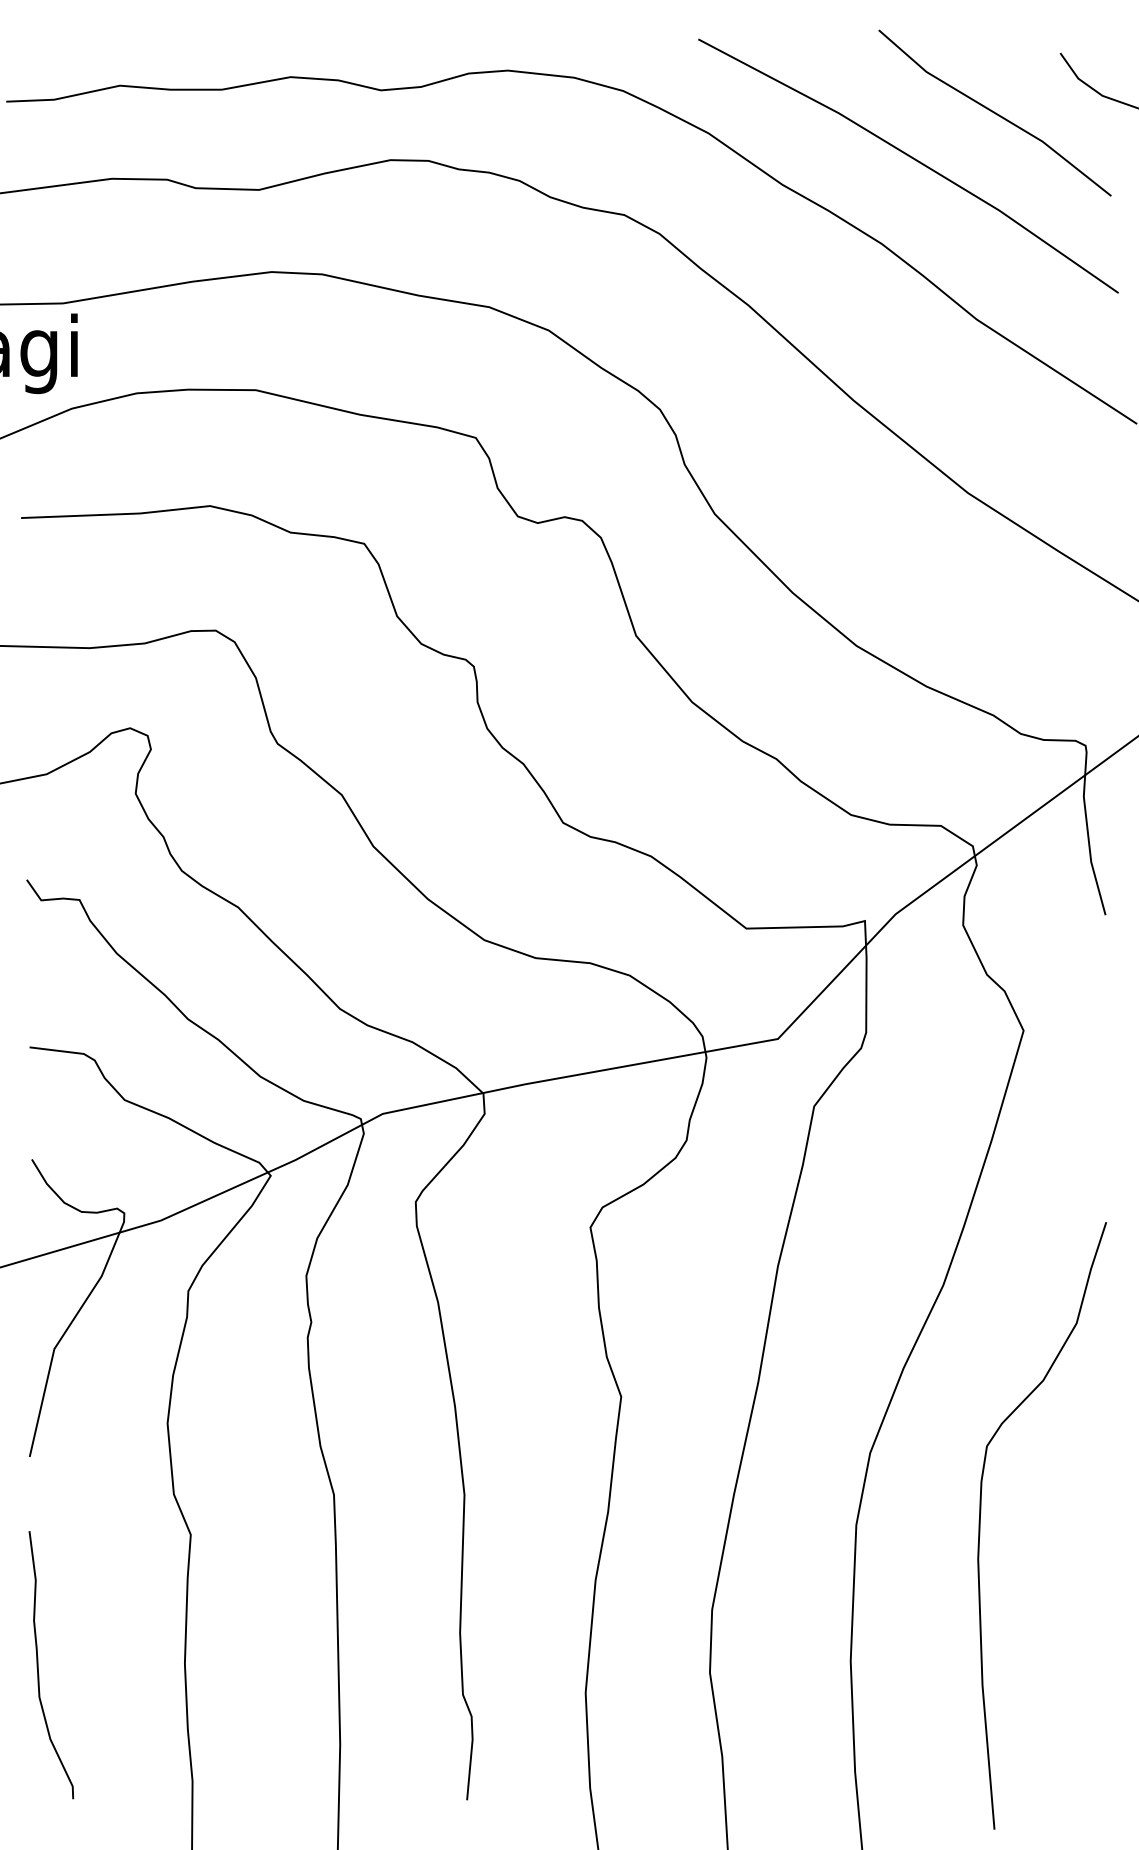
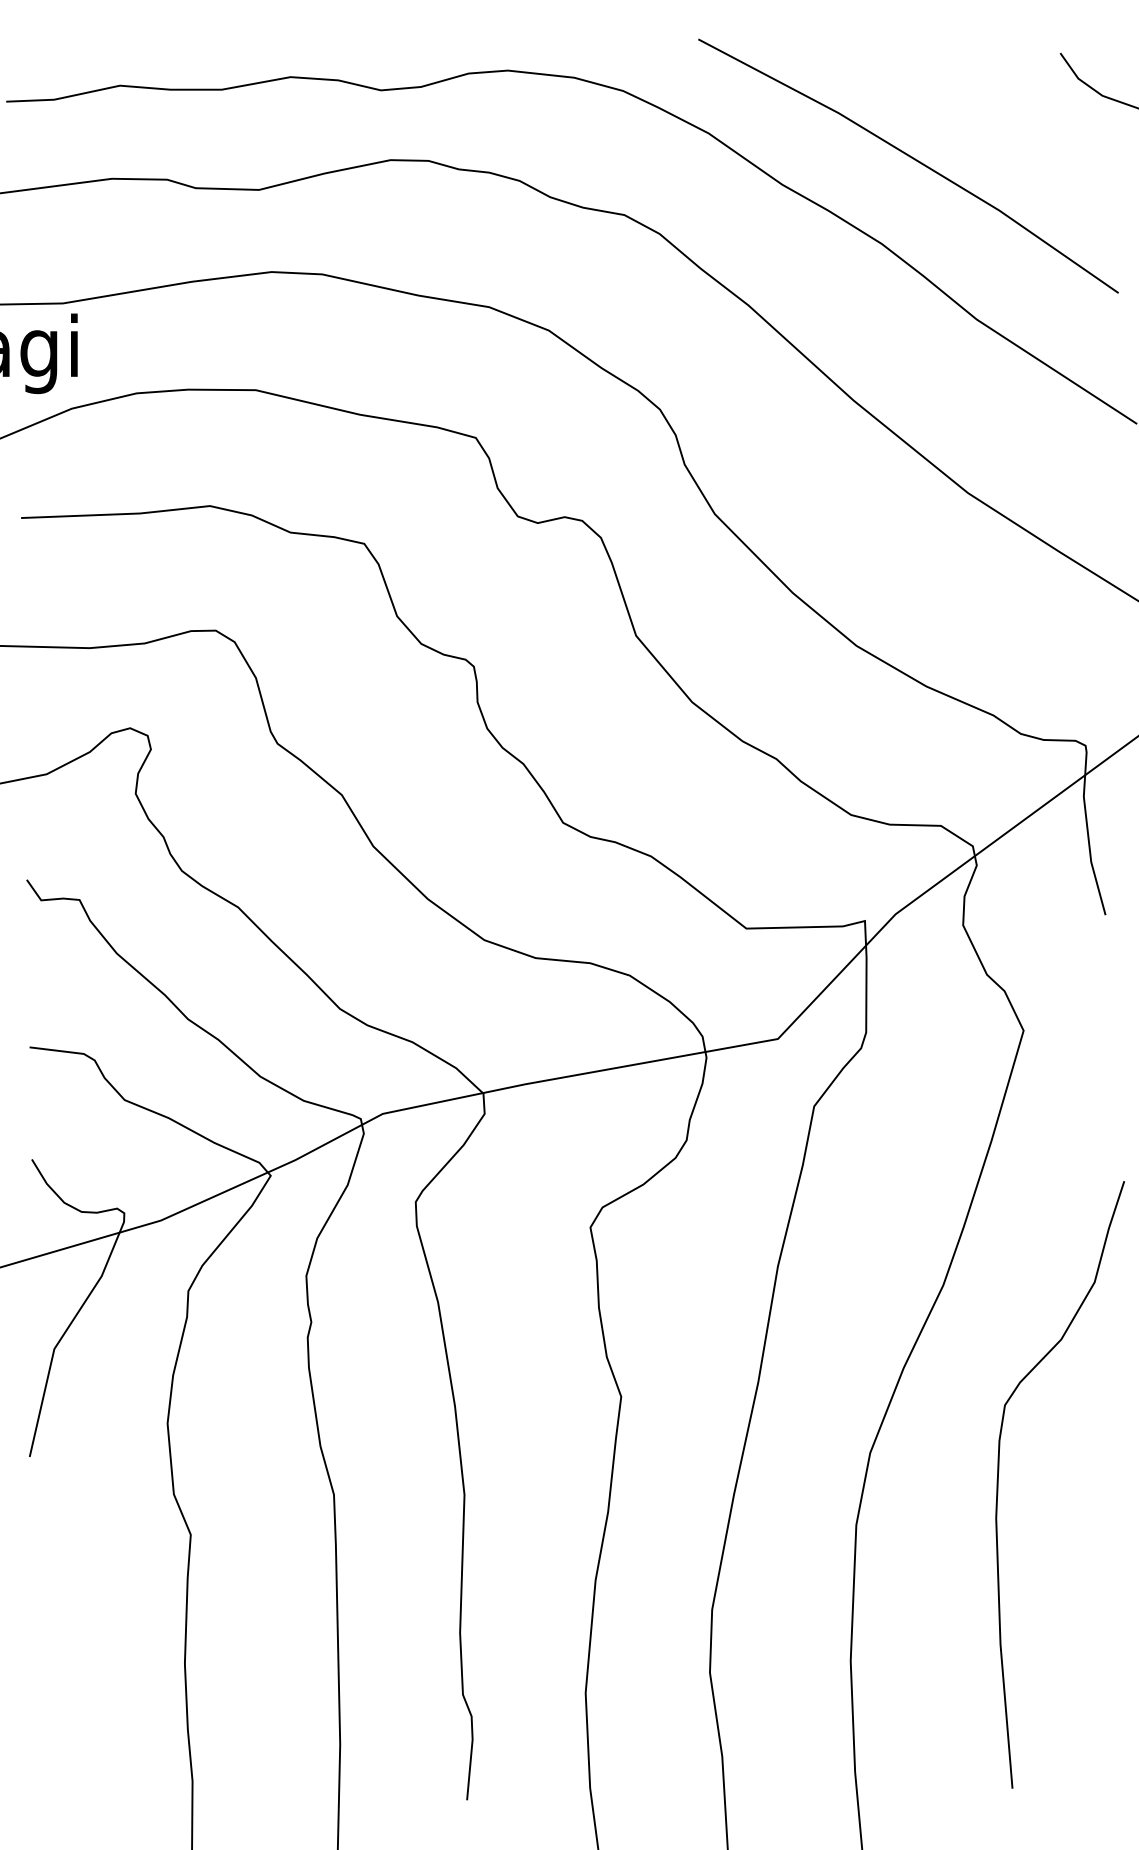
line at (994, 112): present -> none
curve at (980, 1525) position: (980, 1525) -> (998, 1484)
curve at (38, 1665): present -> none
